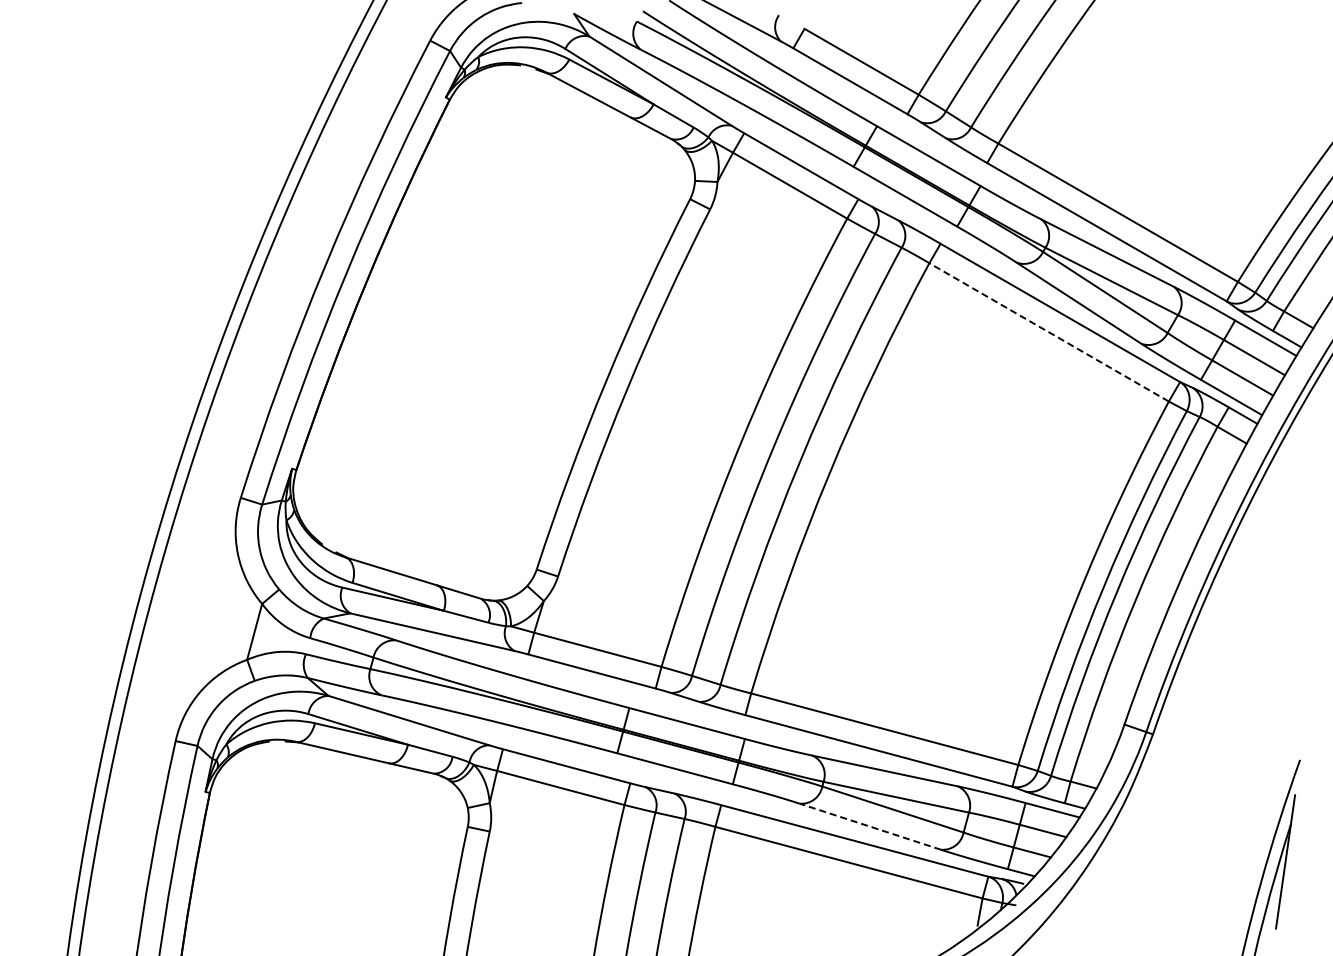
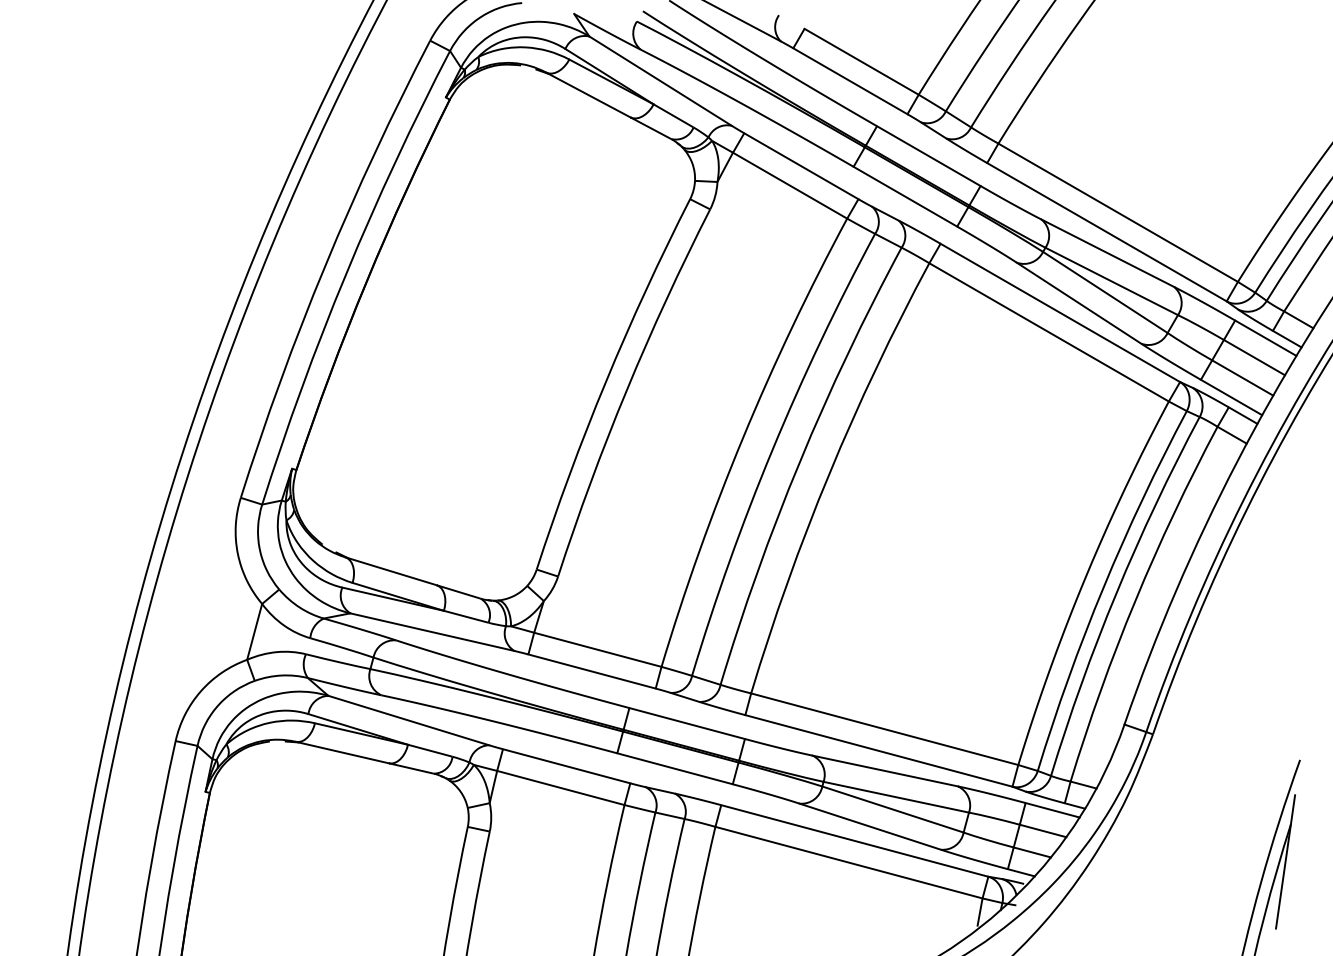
line at (1048, 332): dashed -> solid
line at (869, 826): dashed -> solid
